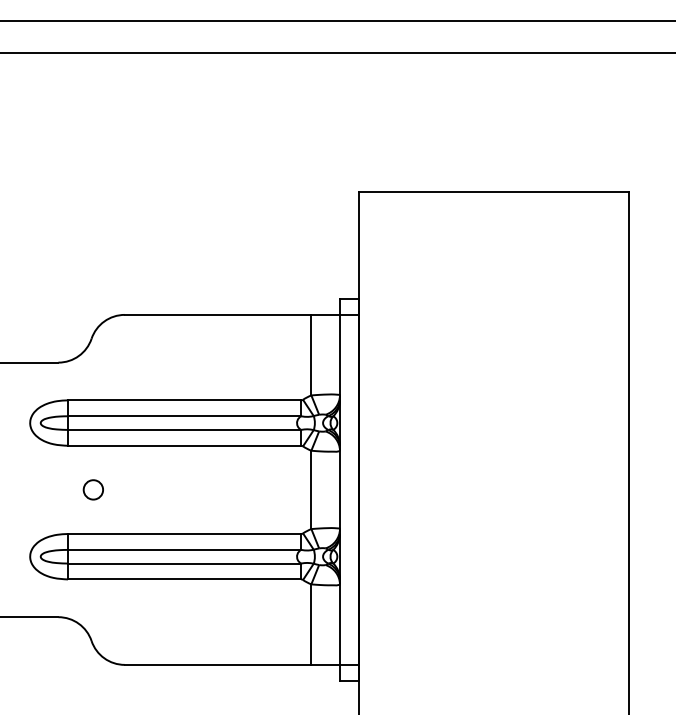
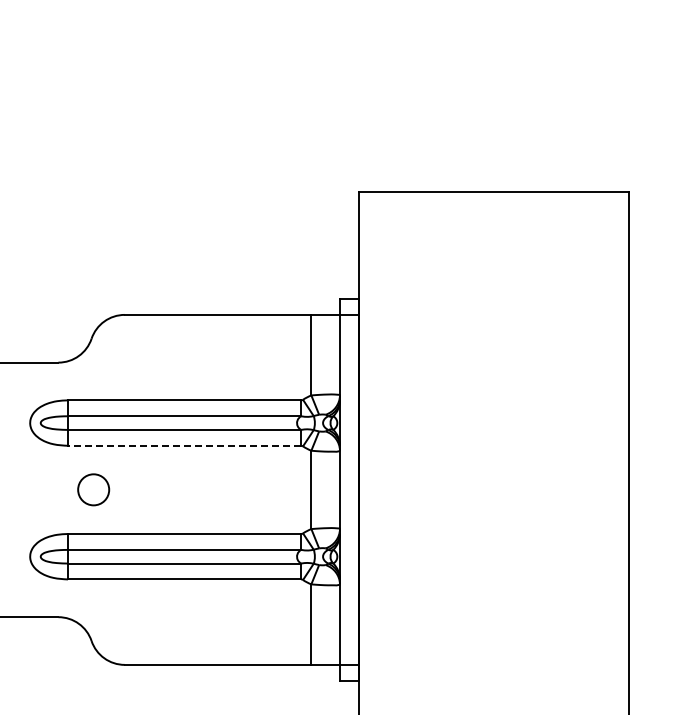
line at (337, 21): present -> none
line at (337, 53): present -> none
line at (184, 445): solid -> dashed
circle at (92, 489) size: 22x22 px -> 34x34 px
